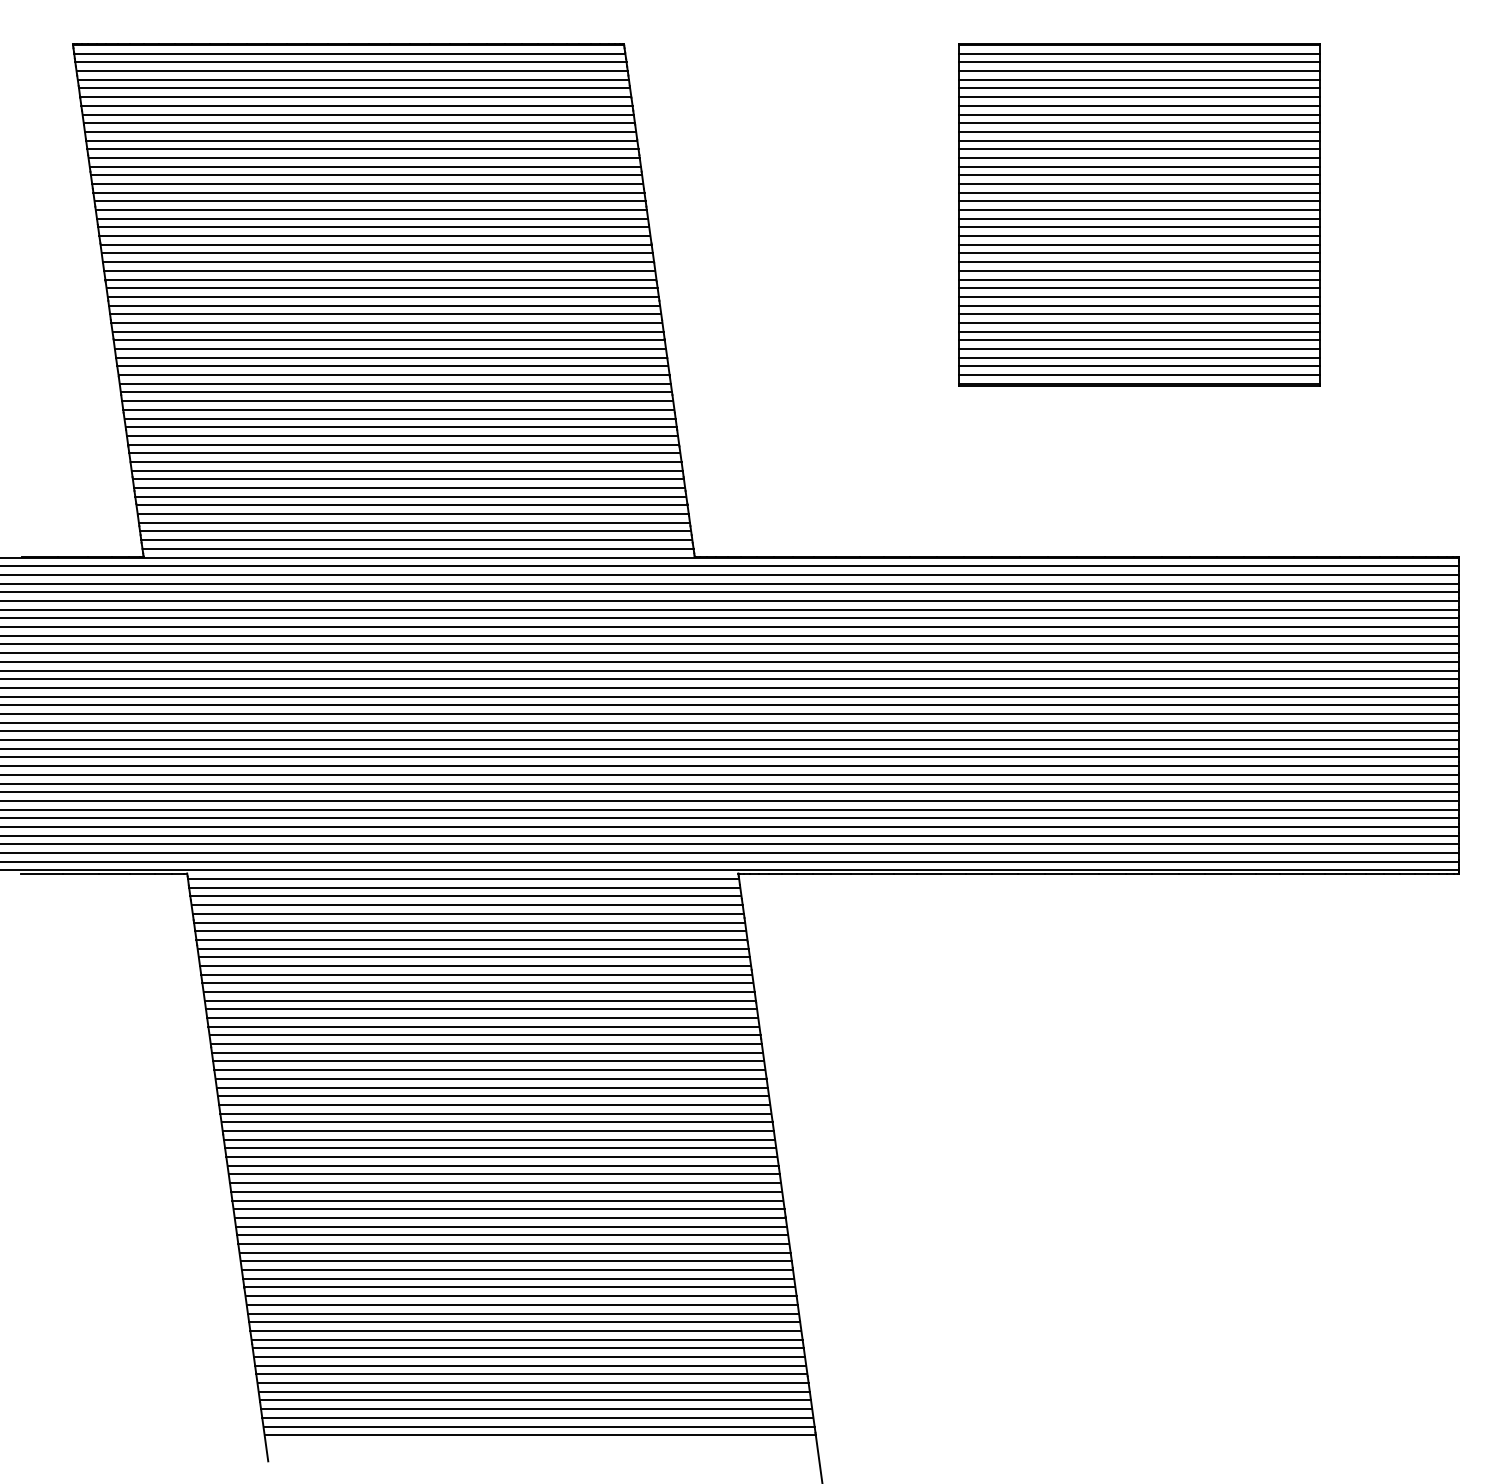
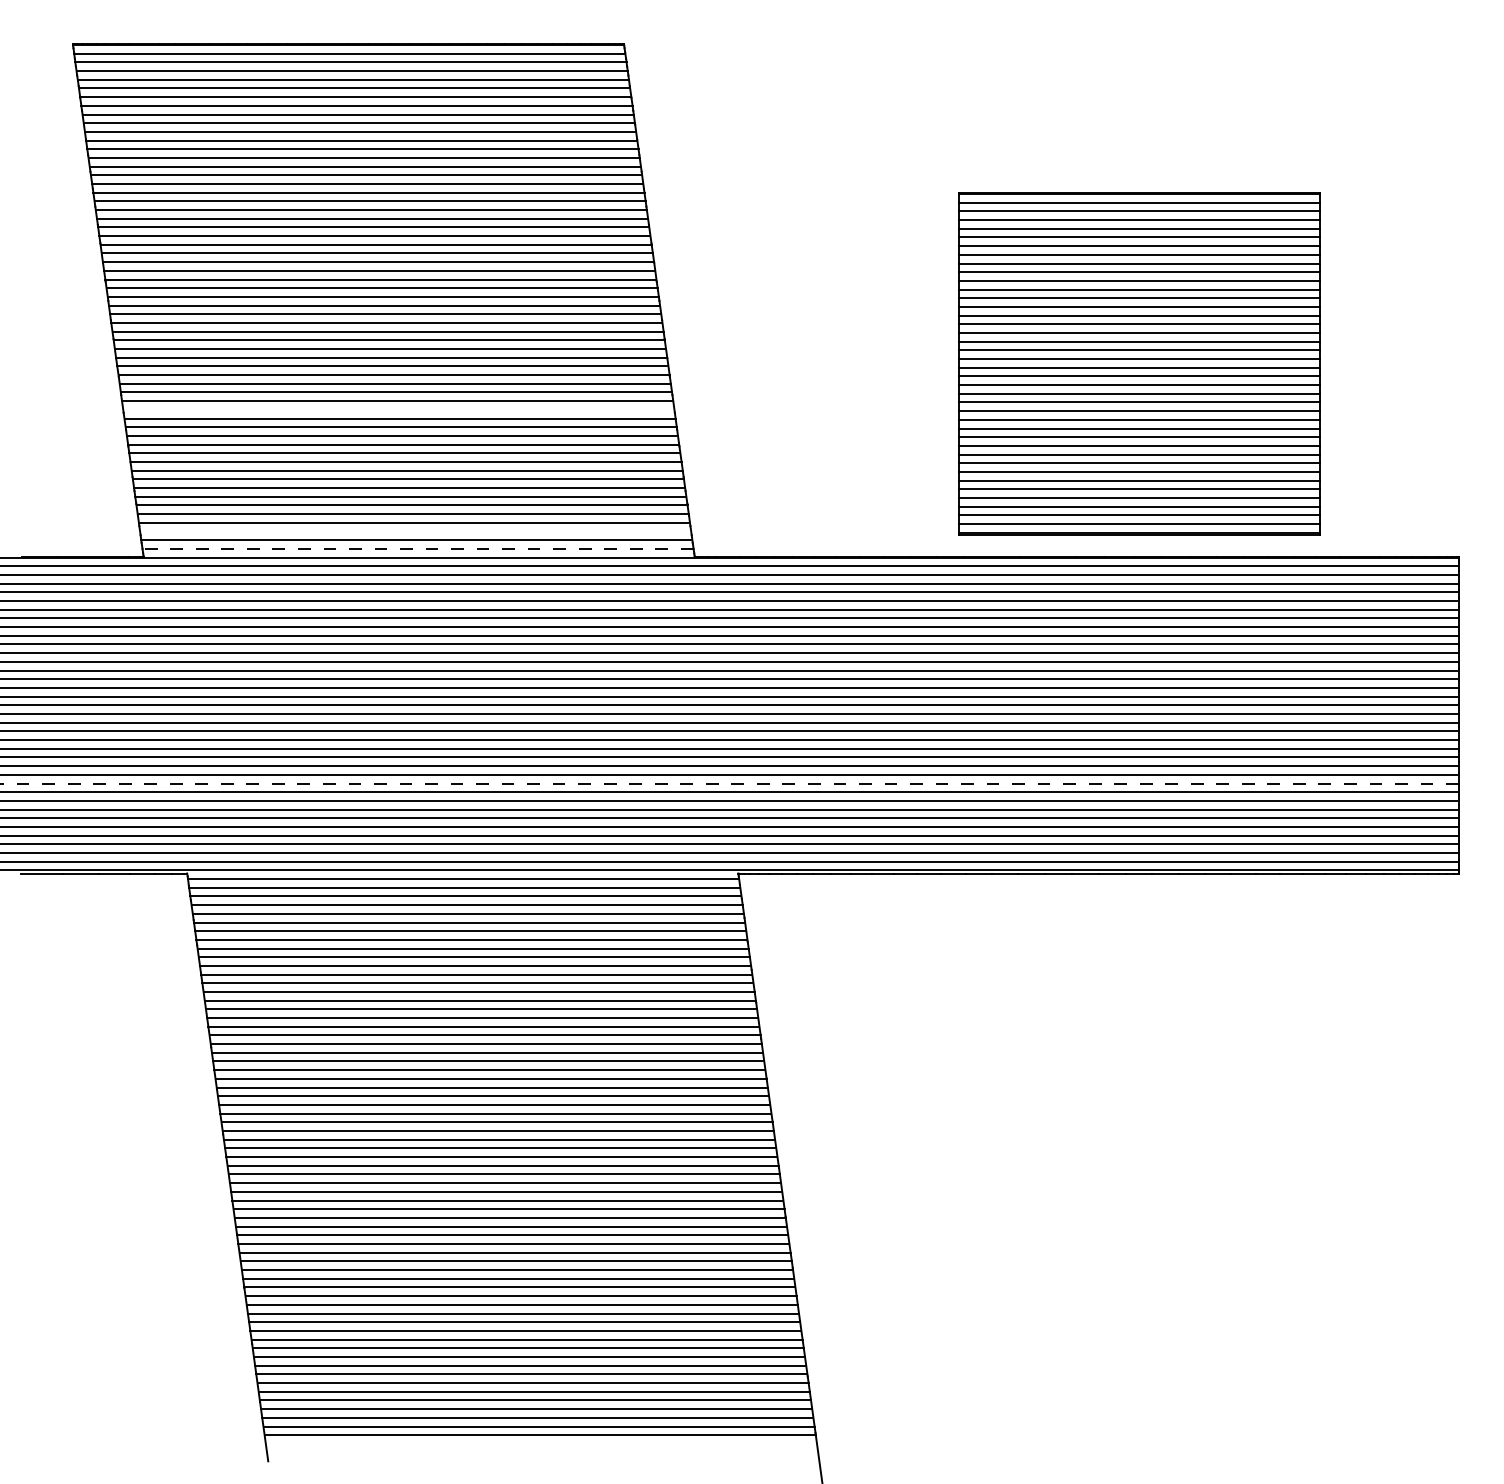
part at (1139, 214) position: (1139, 214) -> (1139, 363)
line at (398, 409): present -> none
line at (415, 531): present -> none
line at (418, 548): solid -> dashed
line at (728, 783): solid -> dashed
